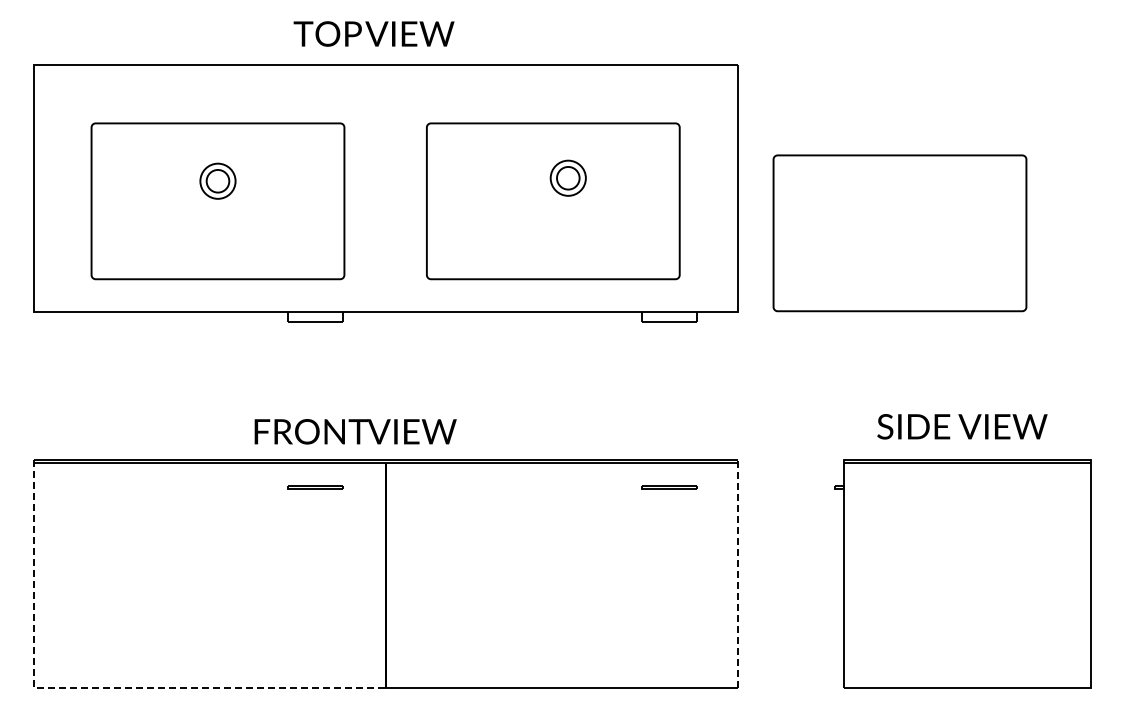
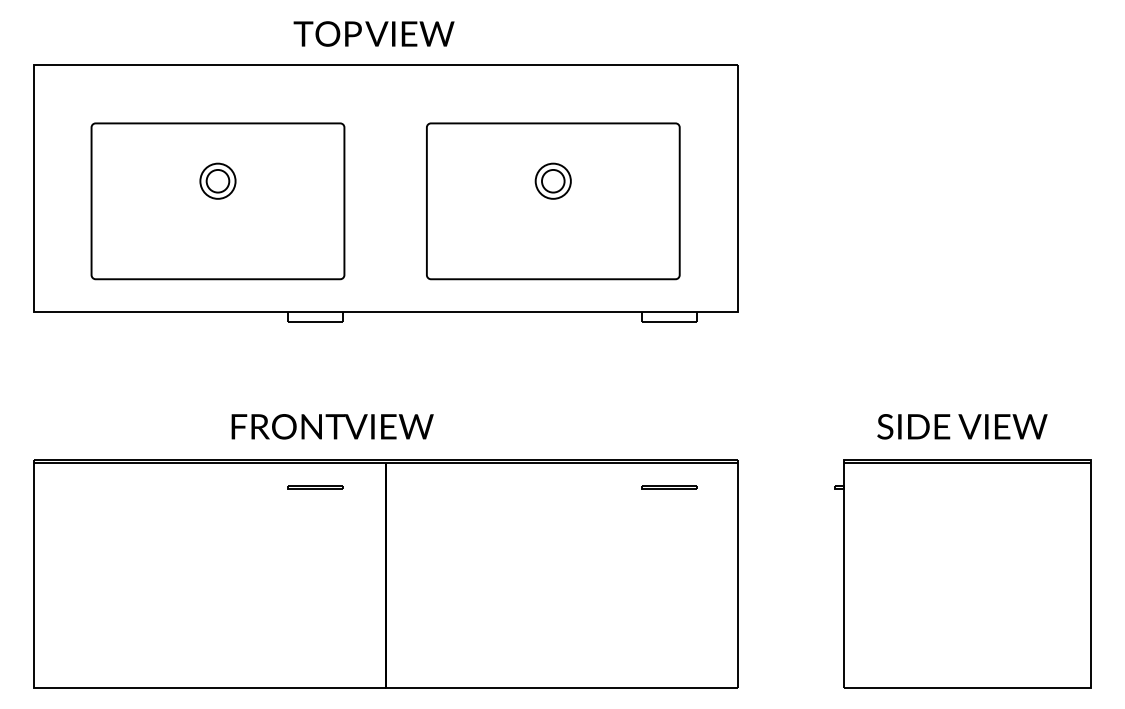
part at (567, 177) position: (567, 177) -> (552, 180)
part at (899, 233): present -> none
text at (355, 431) position: (355, 431) -> (332, 426)
line at (737, 573): dashed -> solid
line at (94, 687): dashed -> solid
